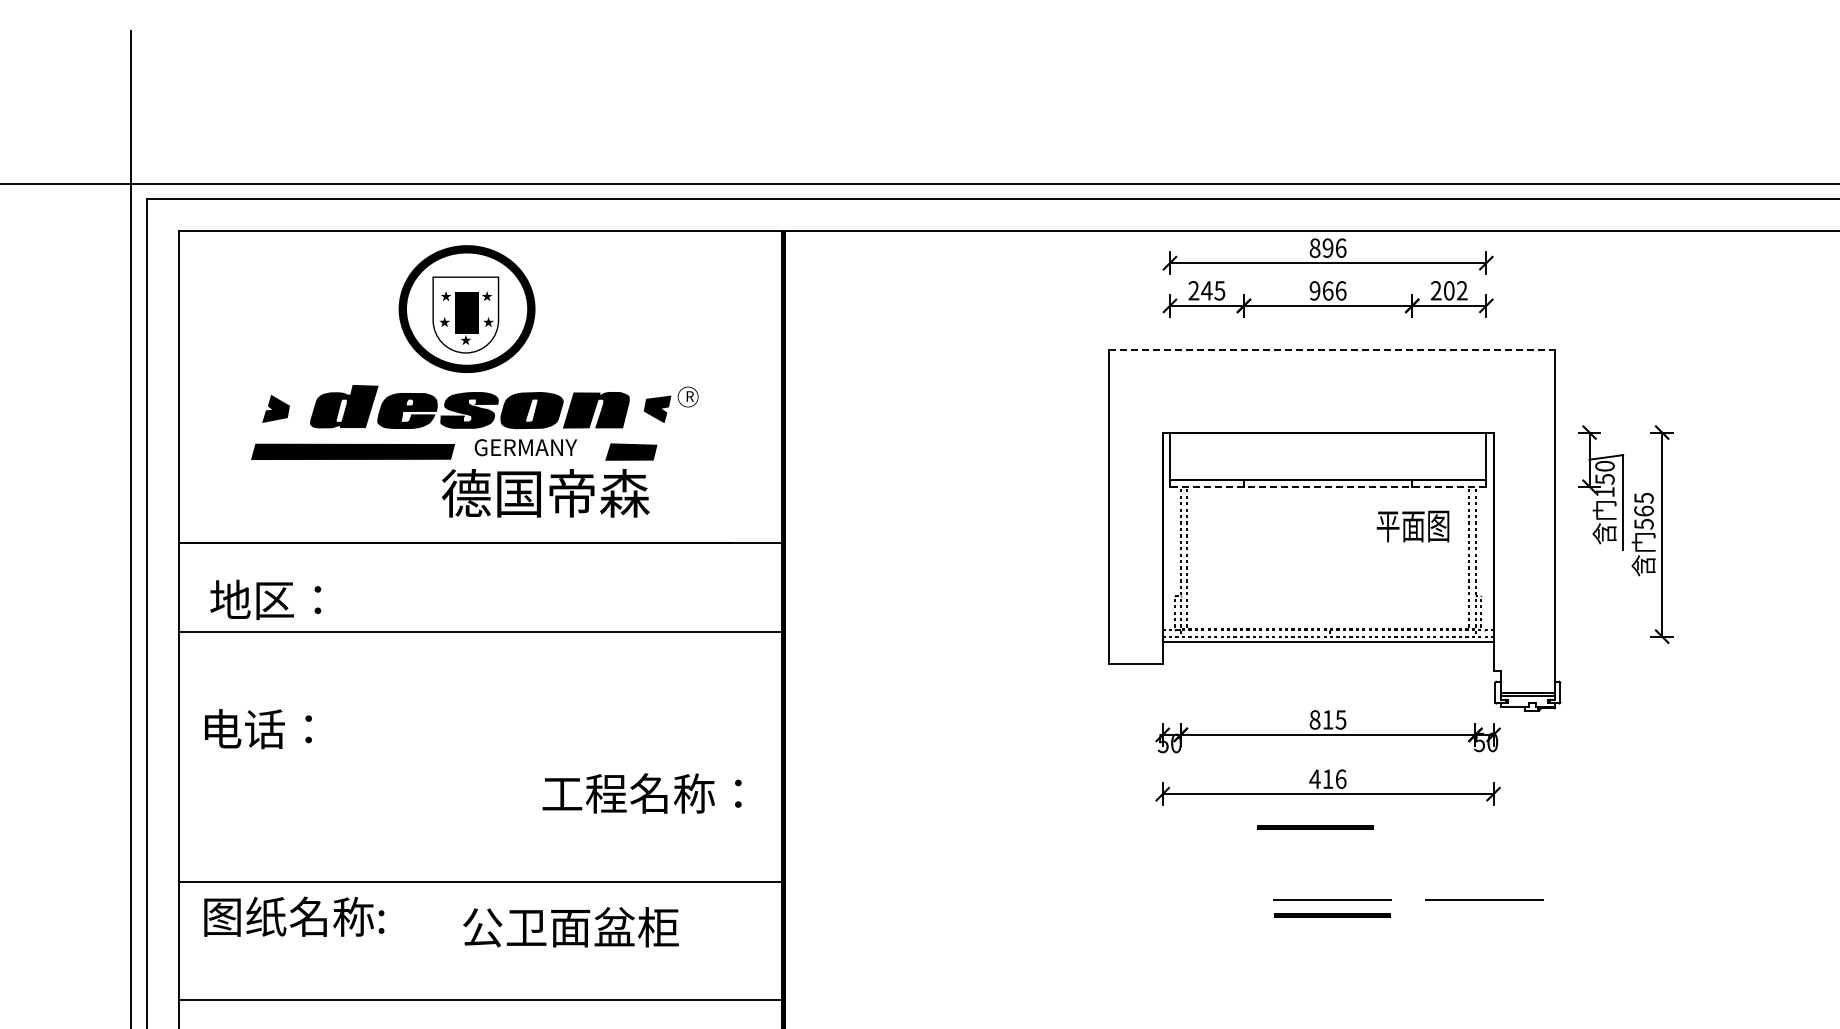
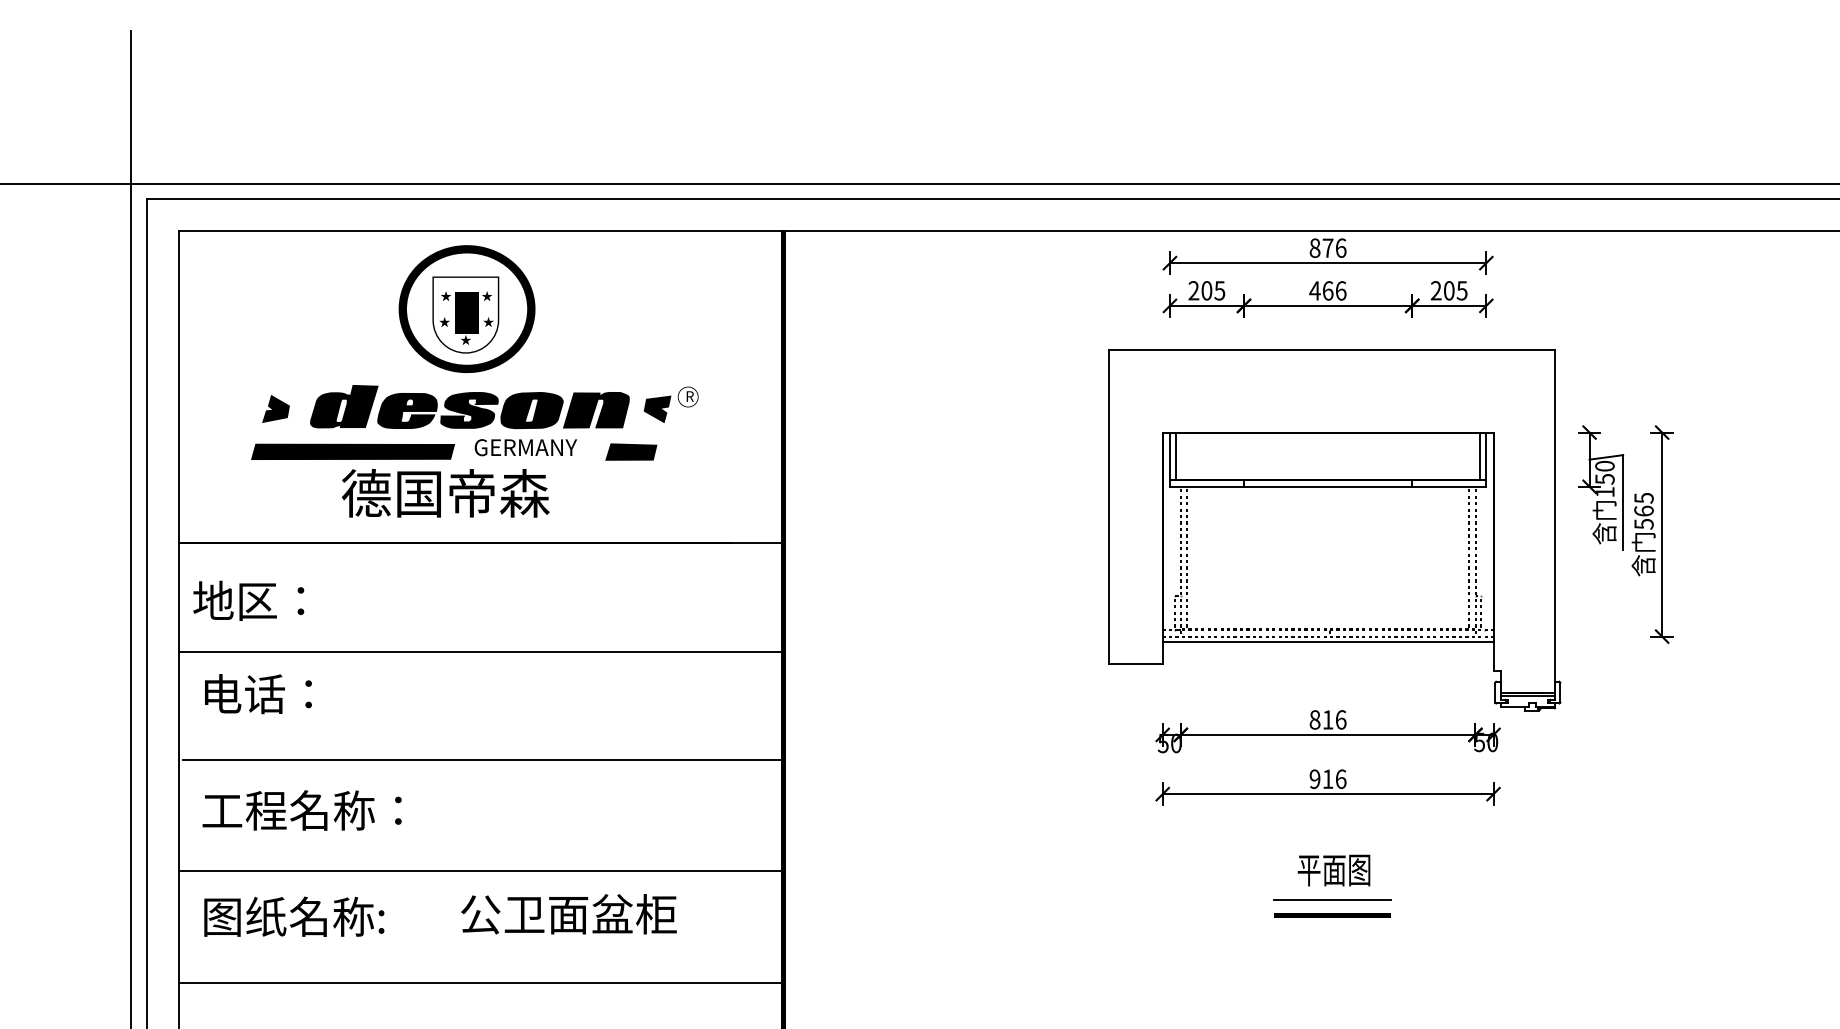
text at (1327, 247): 896 -> 876
text at (1206, 290): 245 -> 205
text at (1314, 290): 966 -> 466
text at (1461, 290): 202 -> 205
line at (1332, 349): dashed -> solid
line at (1176, 455): none -> present
line at (1479, 455): none -> present
line at (1327, 486): dashed -> solid
text at (545, 493) position: (545, 493) -> (445, 493)
text at (1412, 526) position: (1412, 526) -> (1333, 870)
text at (265, 599) position: (265, 599) -> (248, 600)
line at (481, 631) position: (481, 631) -> (481, 651)
text at (1340, 719): 815 -> 816
text at (258, 729) position: (258, 729) -> (258, 694)
line at (482, 760): none -> present
text at (1314, 778): 416 -> 916
text at (641, 793) position: (641, 793) -> (301, 810)
line at (1315, 827): present -> none
line at (481, 882) position: (481, 882) -> (481, 871)
line at (1484, 899): present -> none
text at (570, 927) position: (570, 927) -> (568, 914)
line at (481, 999) position: (481, 999) -> (481, 982)
